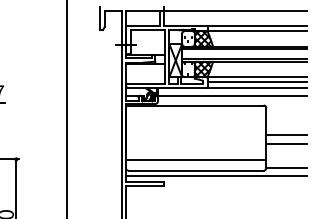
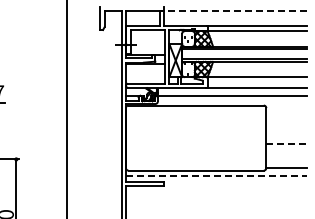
line at (235, 10): solid -> dashed
line at (257, 82): present -> none
line at (286, 135): present -> none
line at (287, 143): solid -> dashed
line at (196, 160): present -> none
line at (216, 175): solid -> dashed
